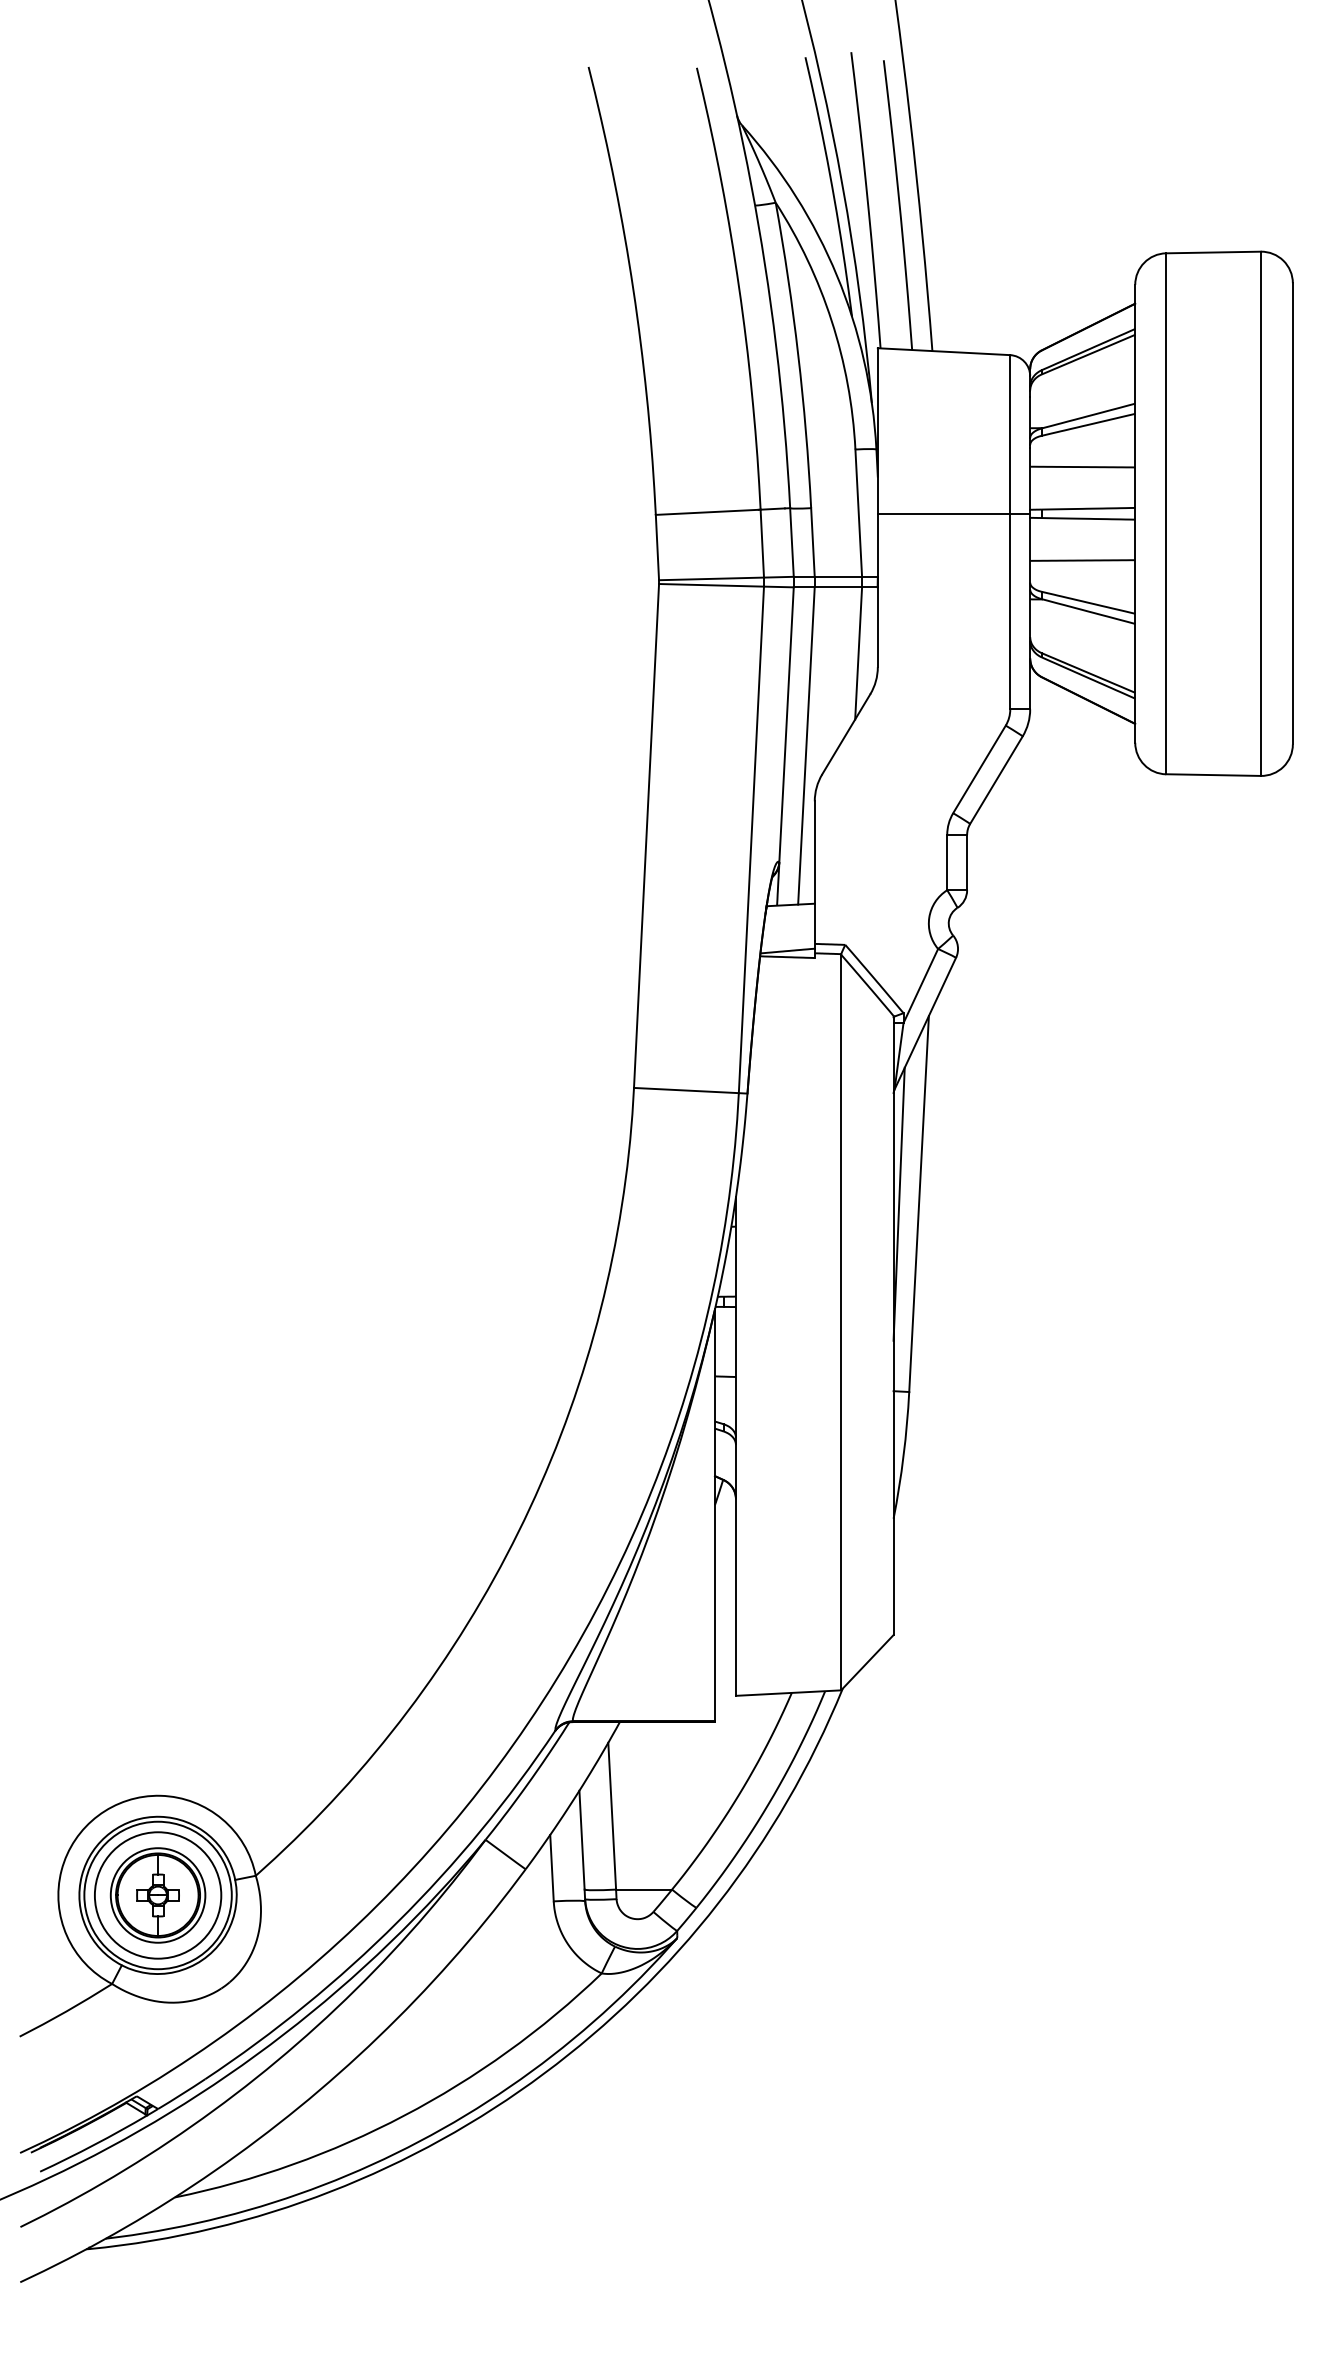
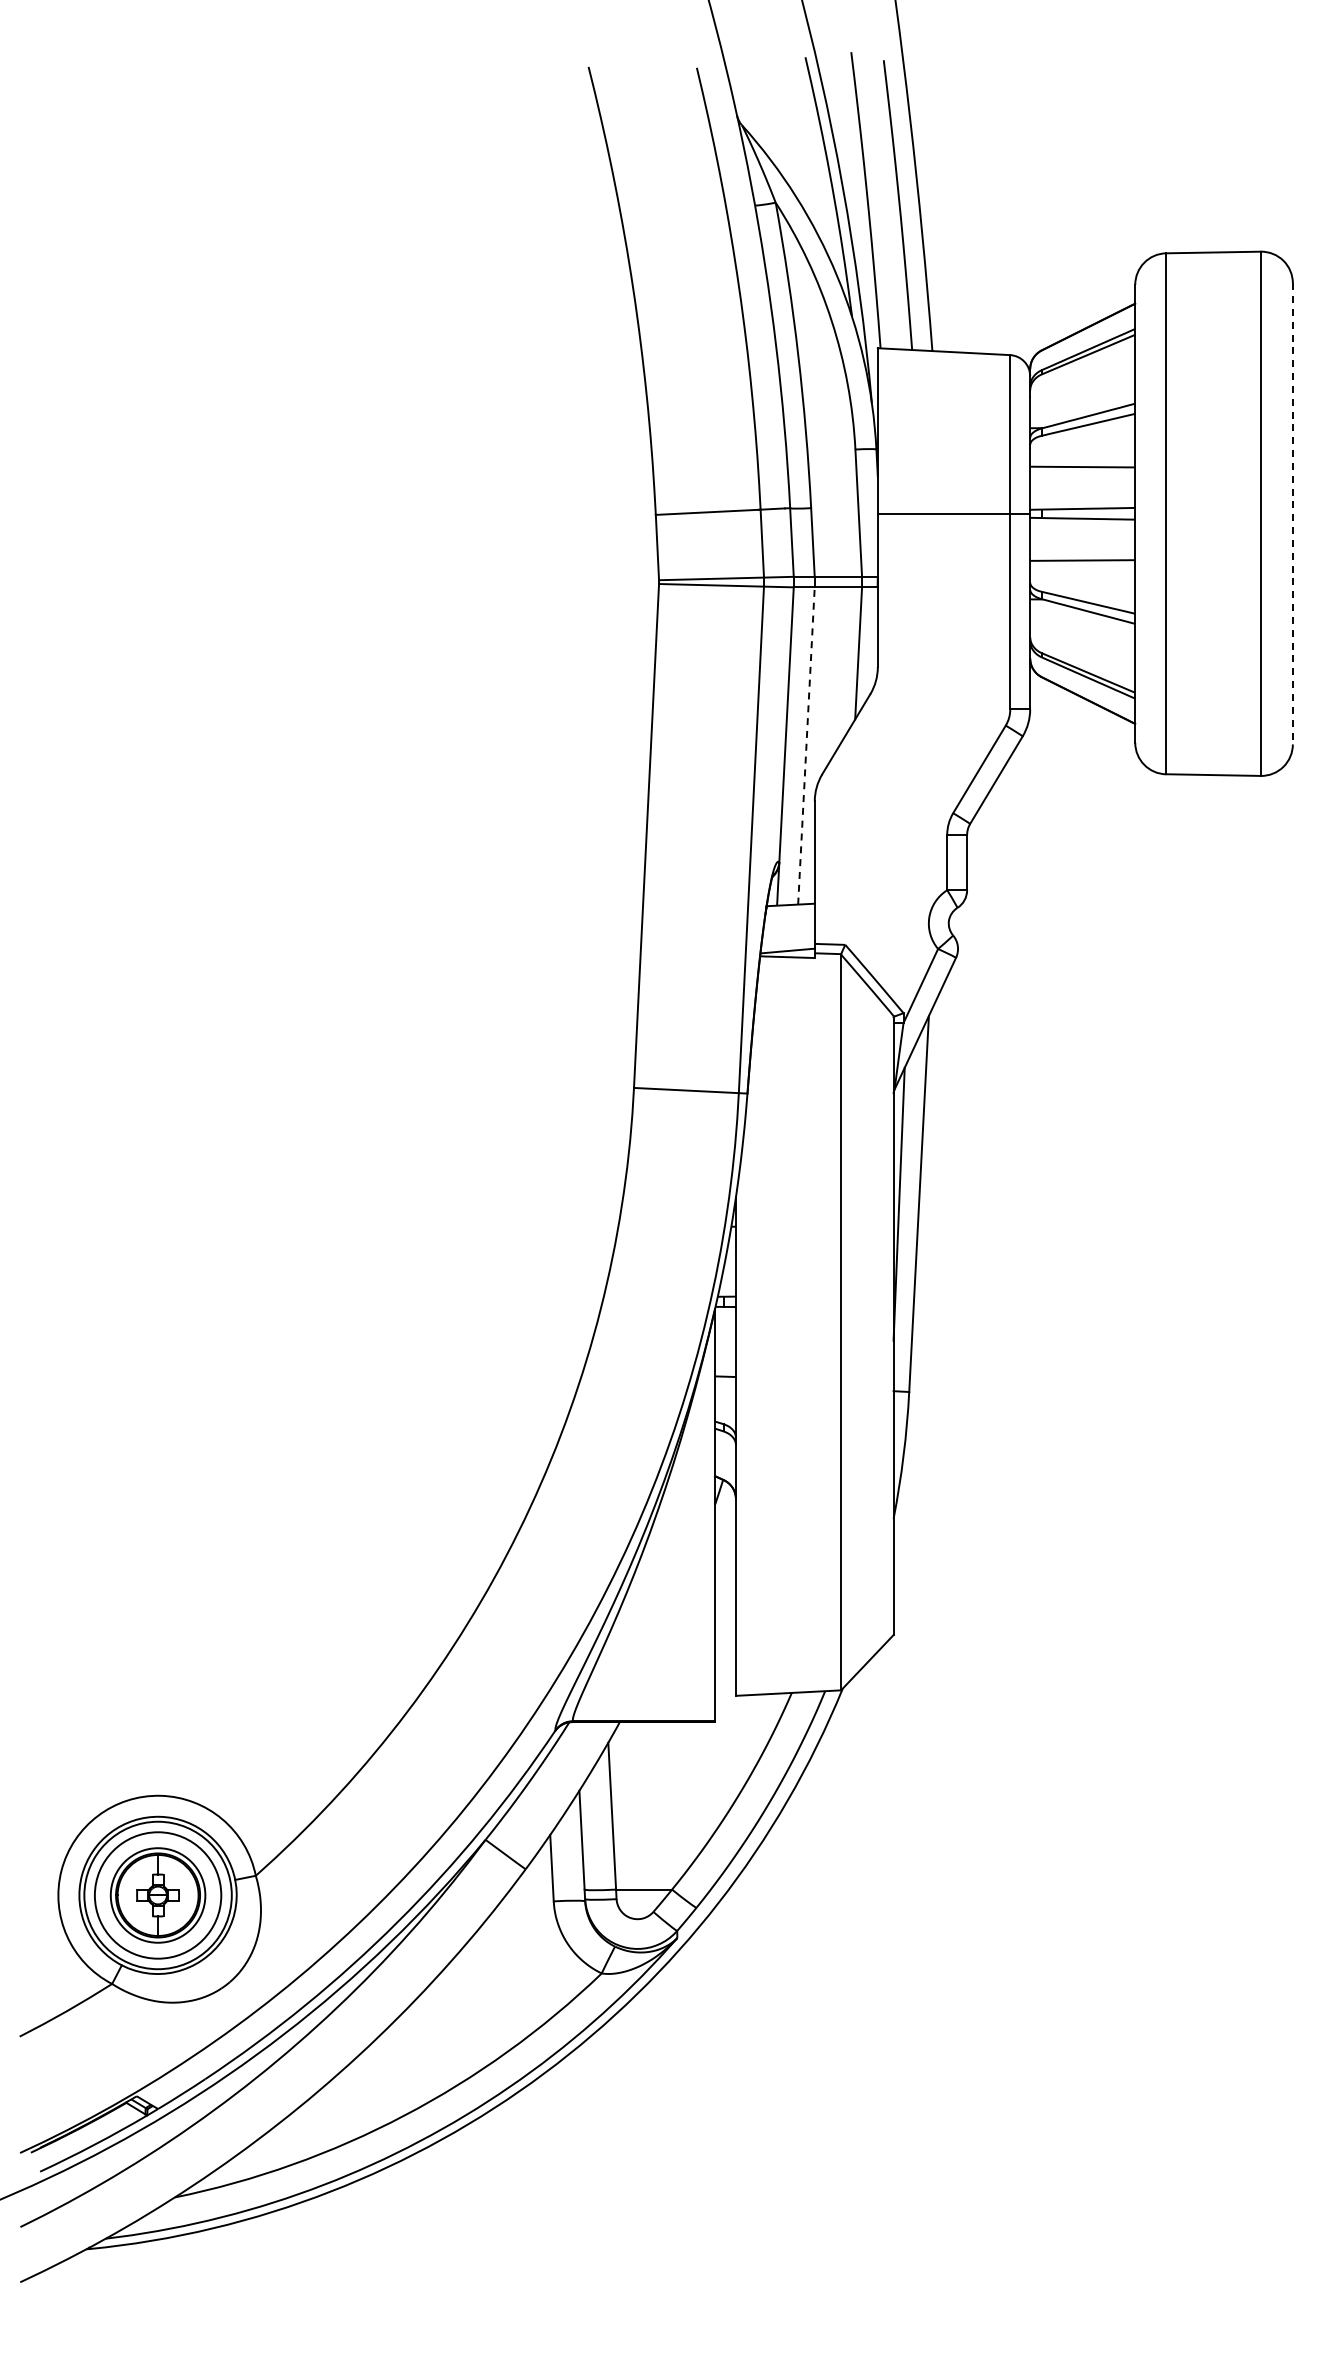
line at (1292, 513): solid -> dashed
line at (806, 745): solid -> dashed
